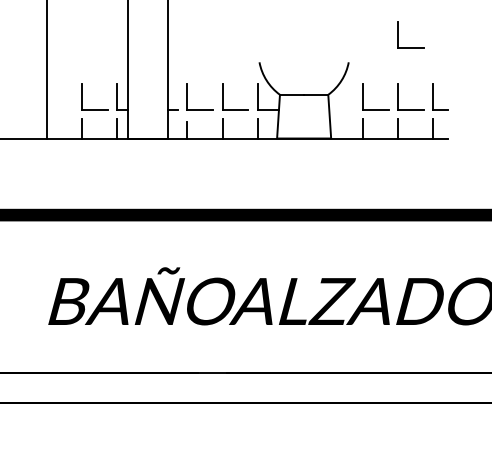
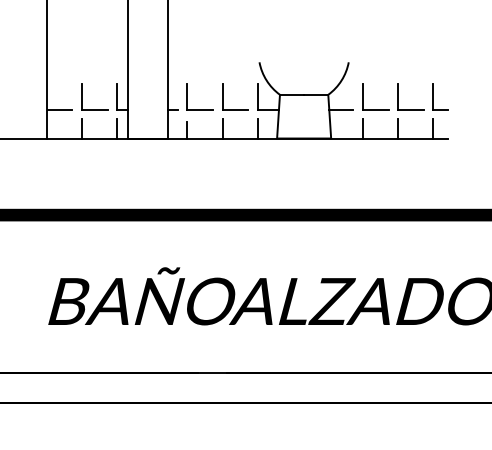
part at (398, 34): present -> none
line at (59, 109): none -> present
line at (341, 109): none -> present
